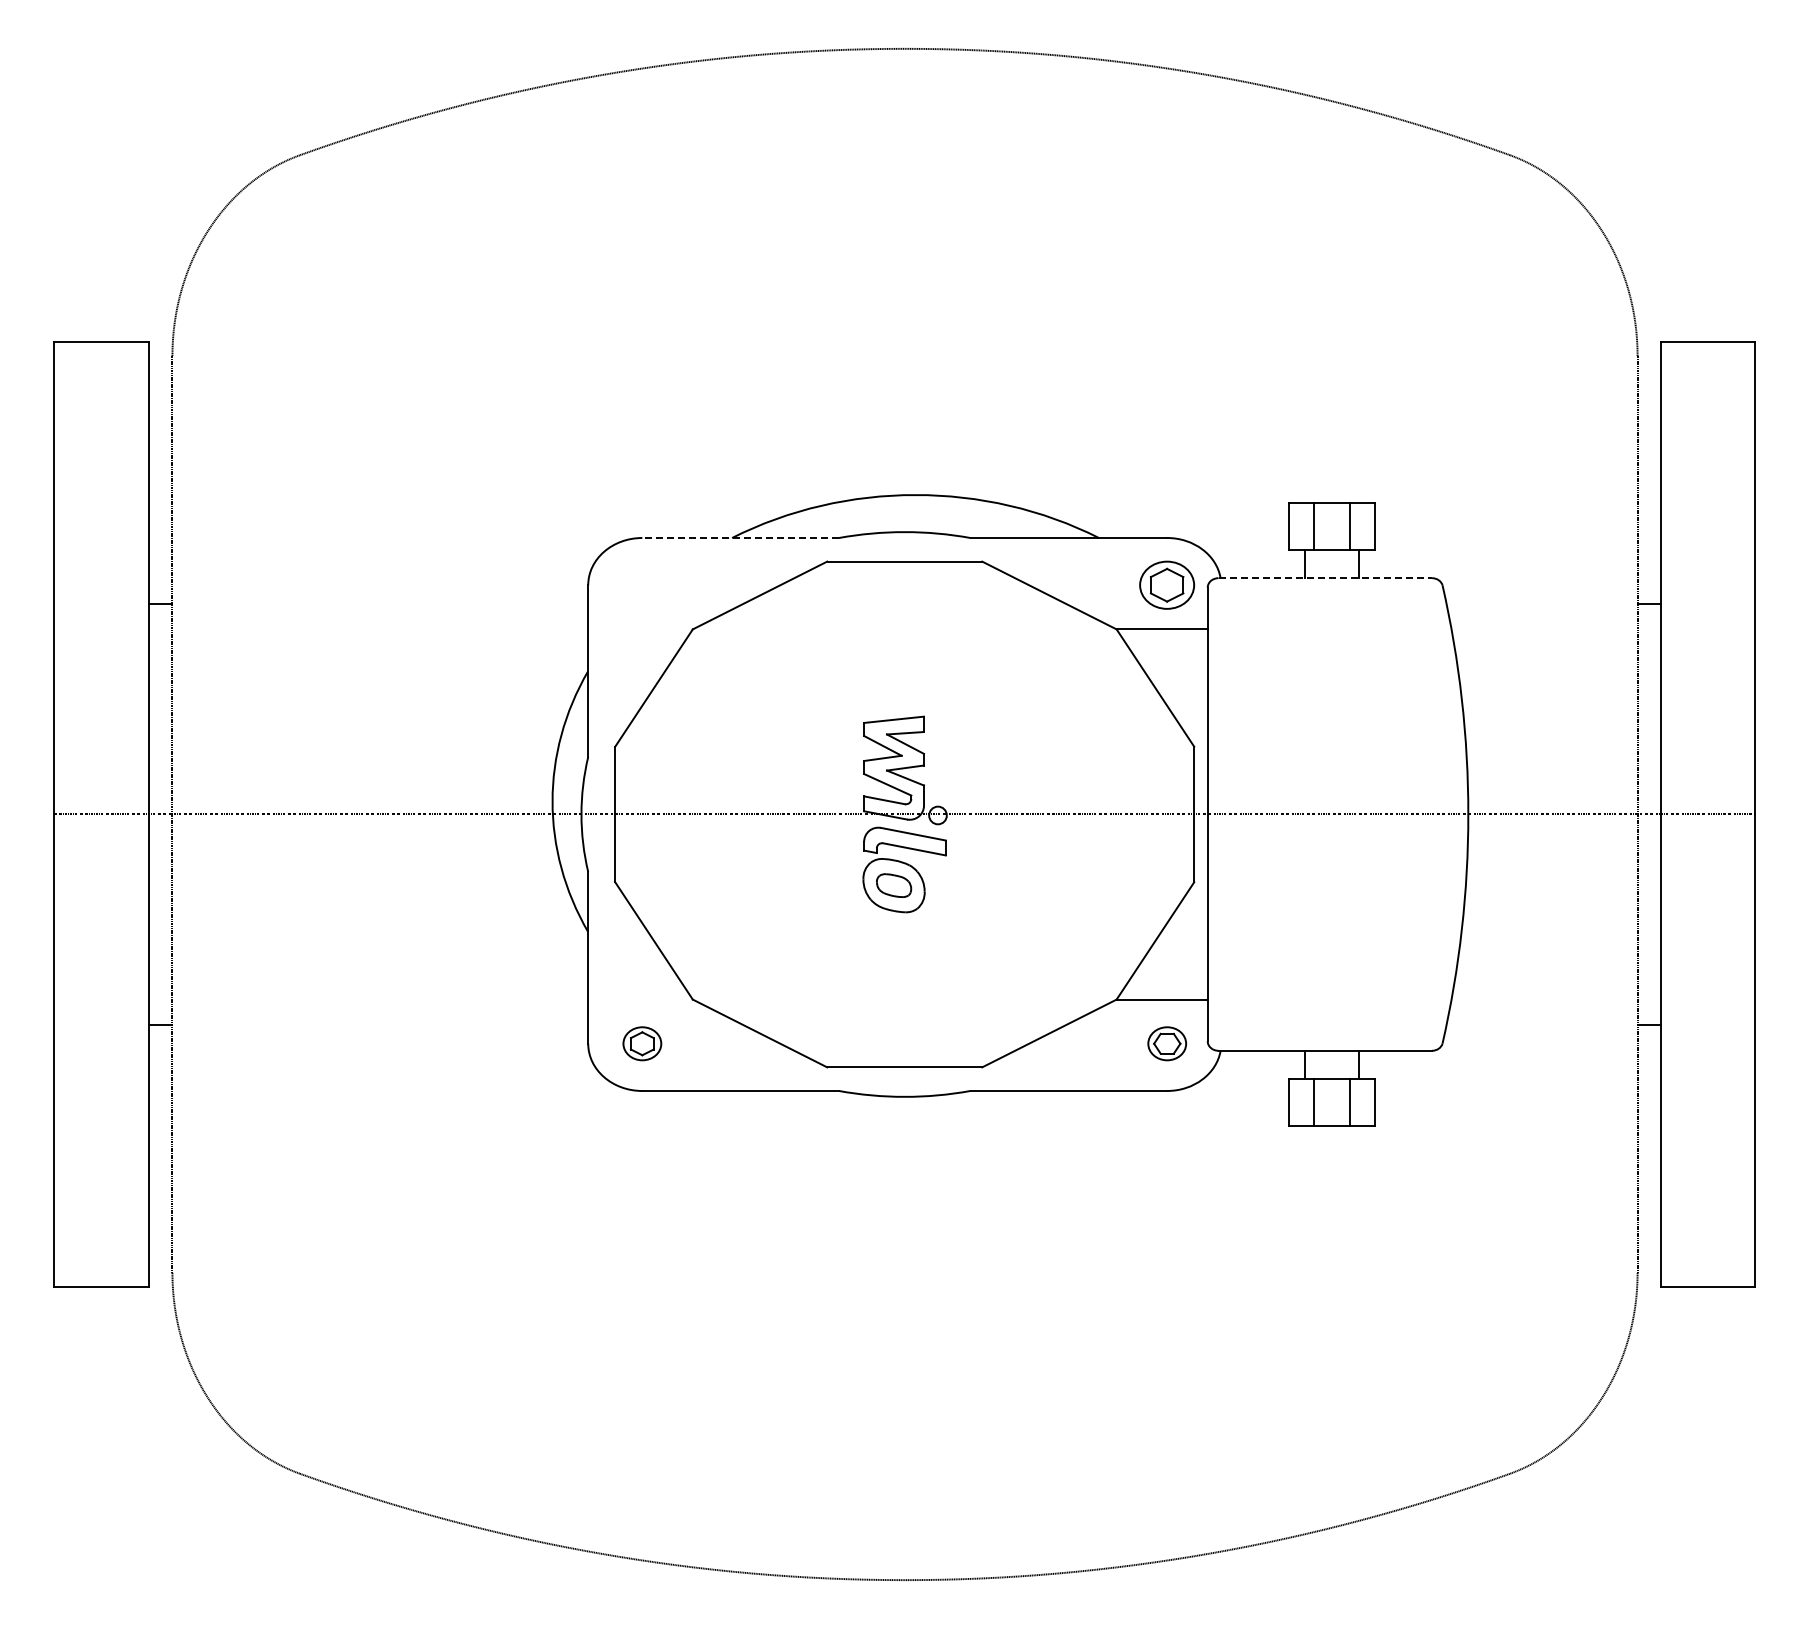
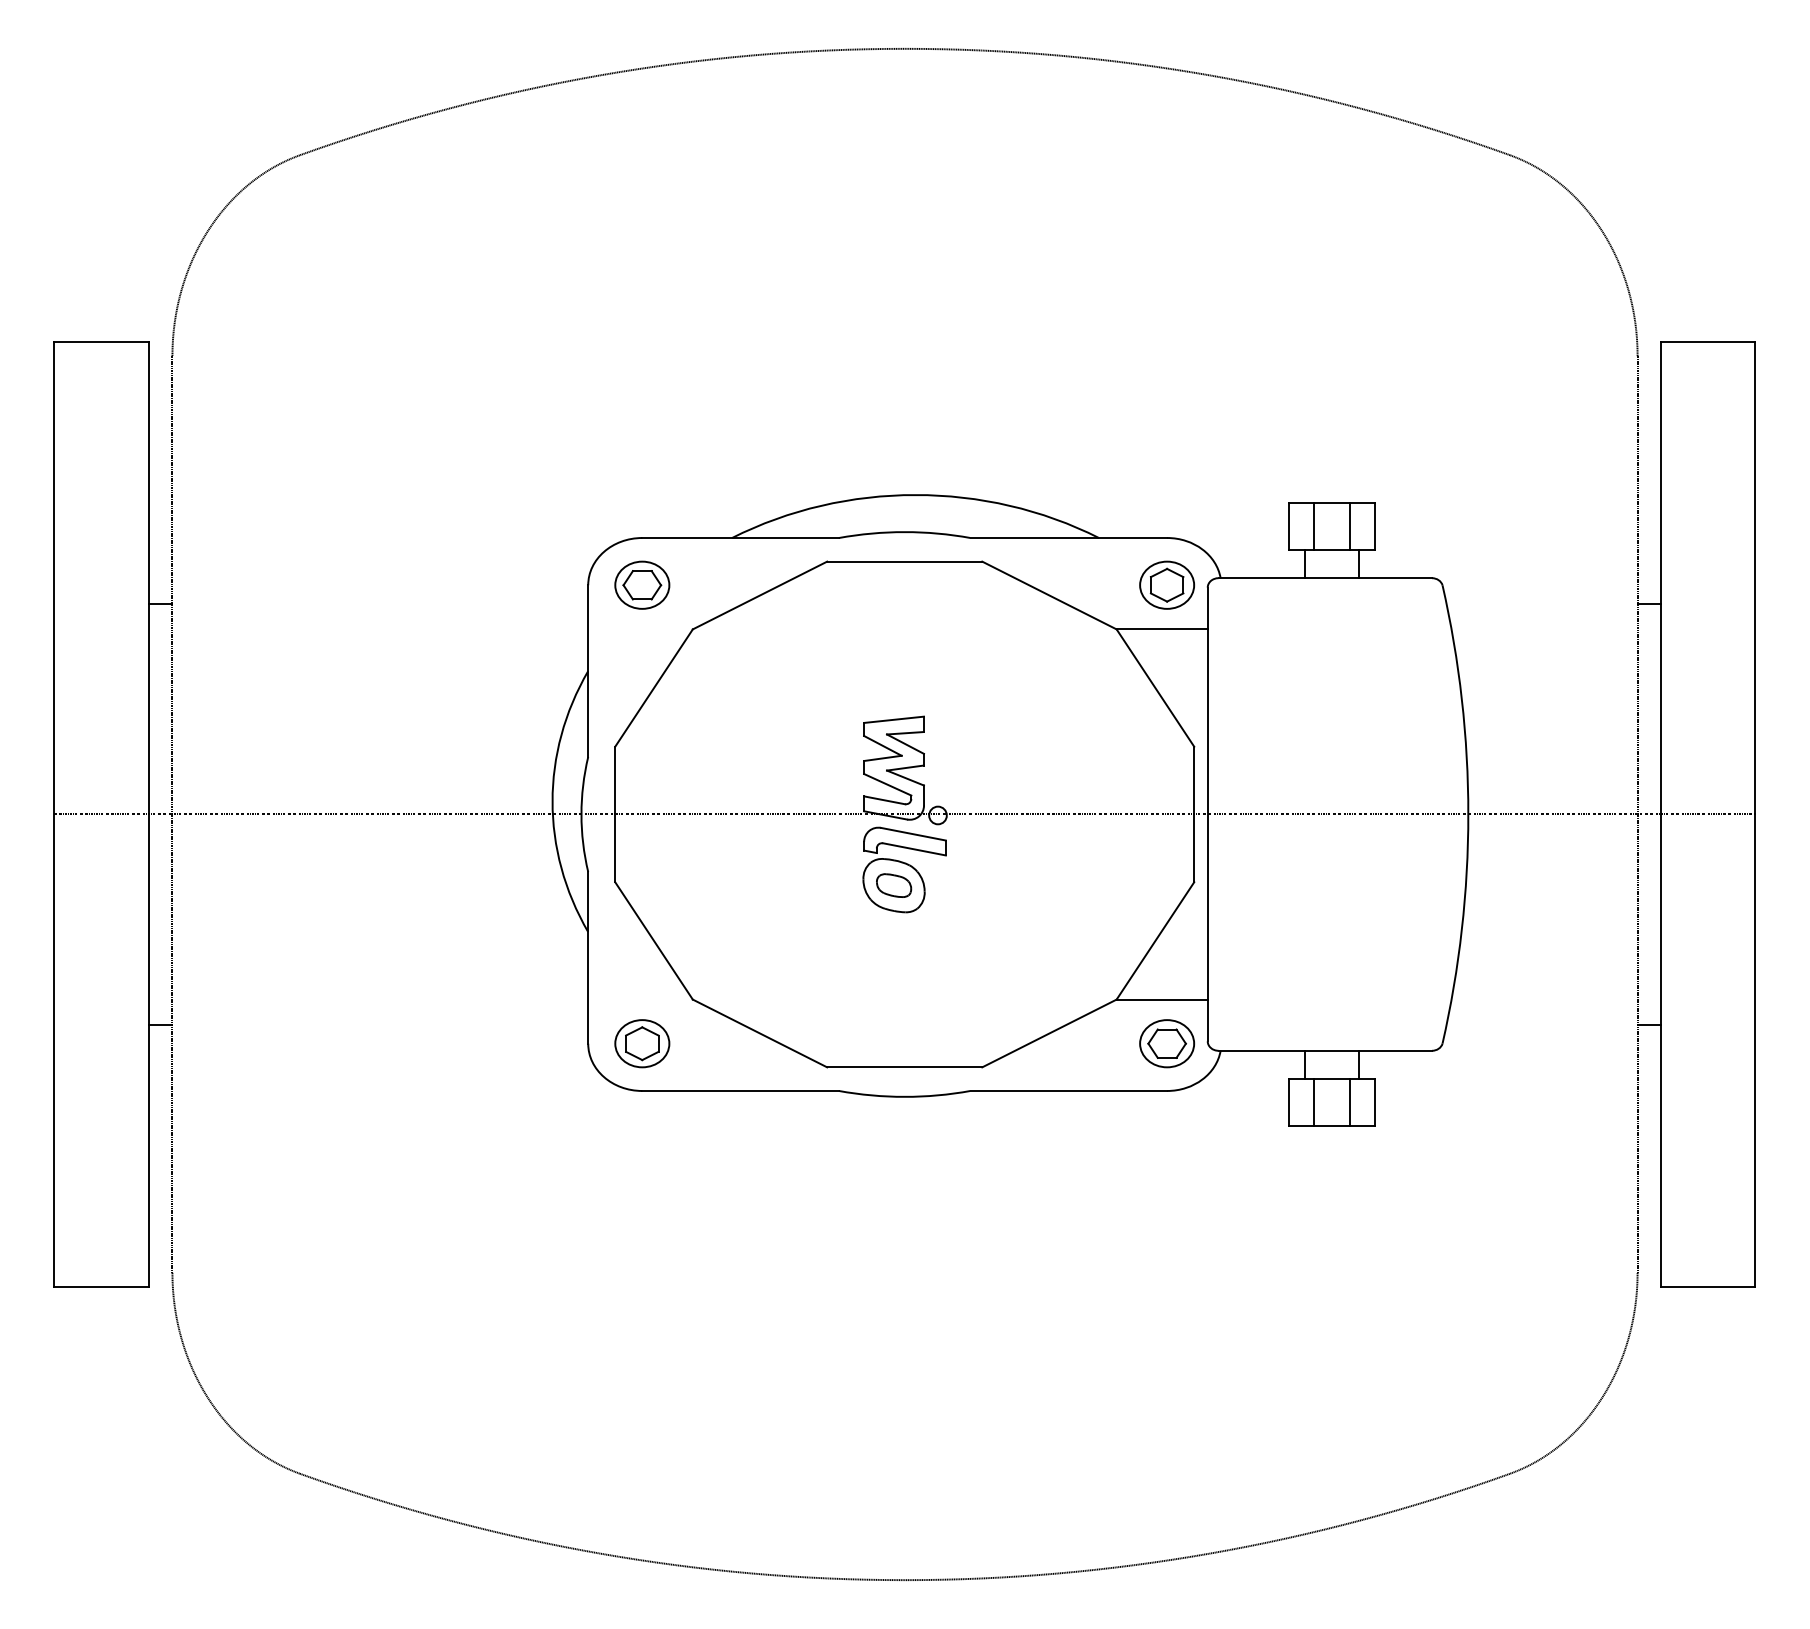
line at (740, 538): dashed -> solid
line at (1325, 578): dashed -> solid
part at (642, 584): none -> present
part at (642, 1043) size: 41x36 px -> 57x50 px
part at (1166, 1043) size: 40x36 px -> 57x50 px
